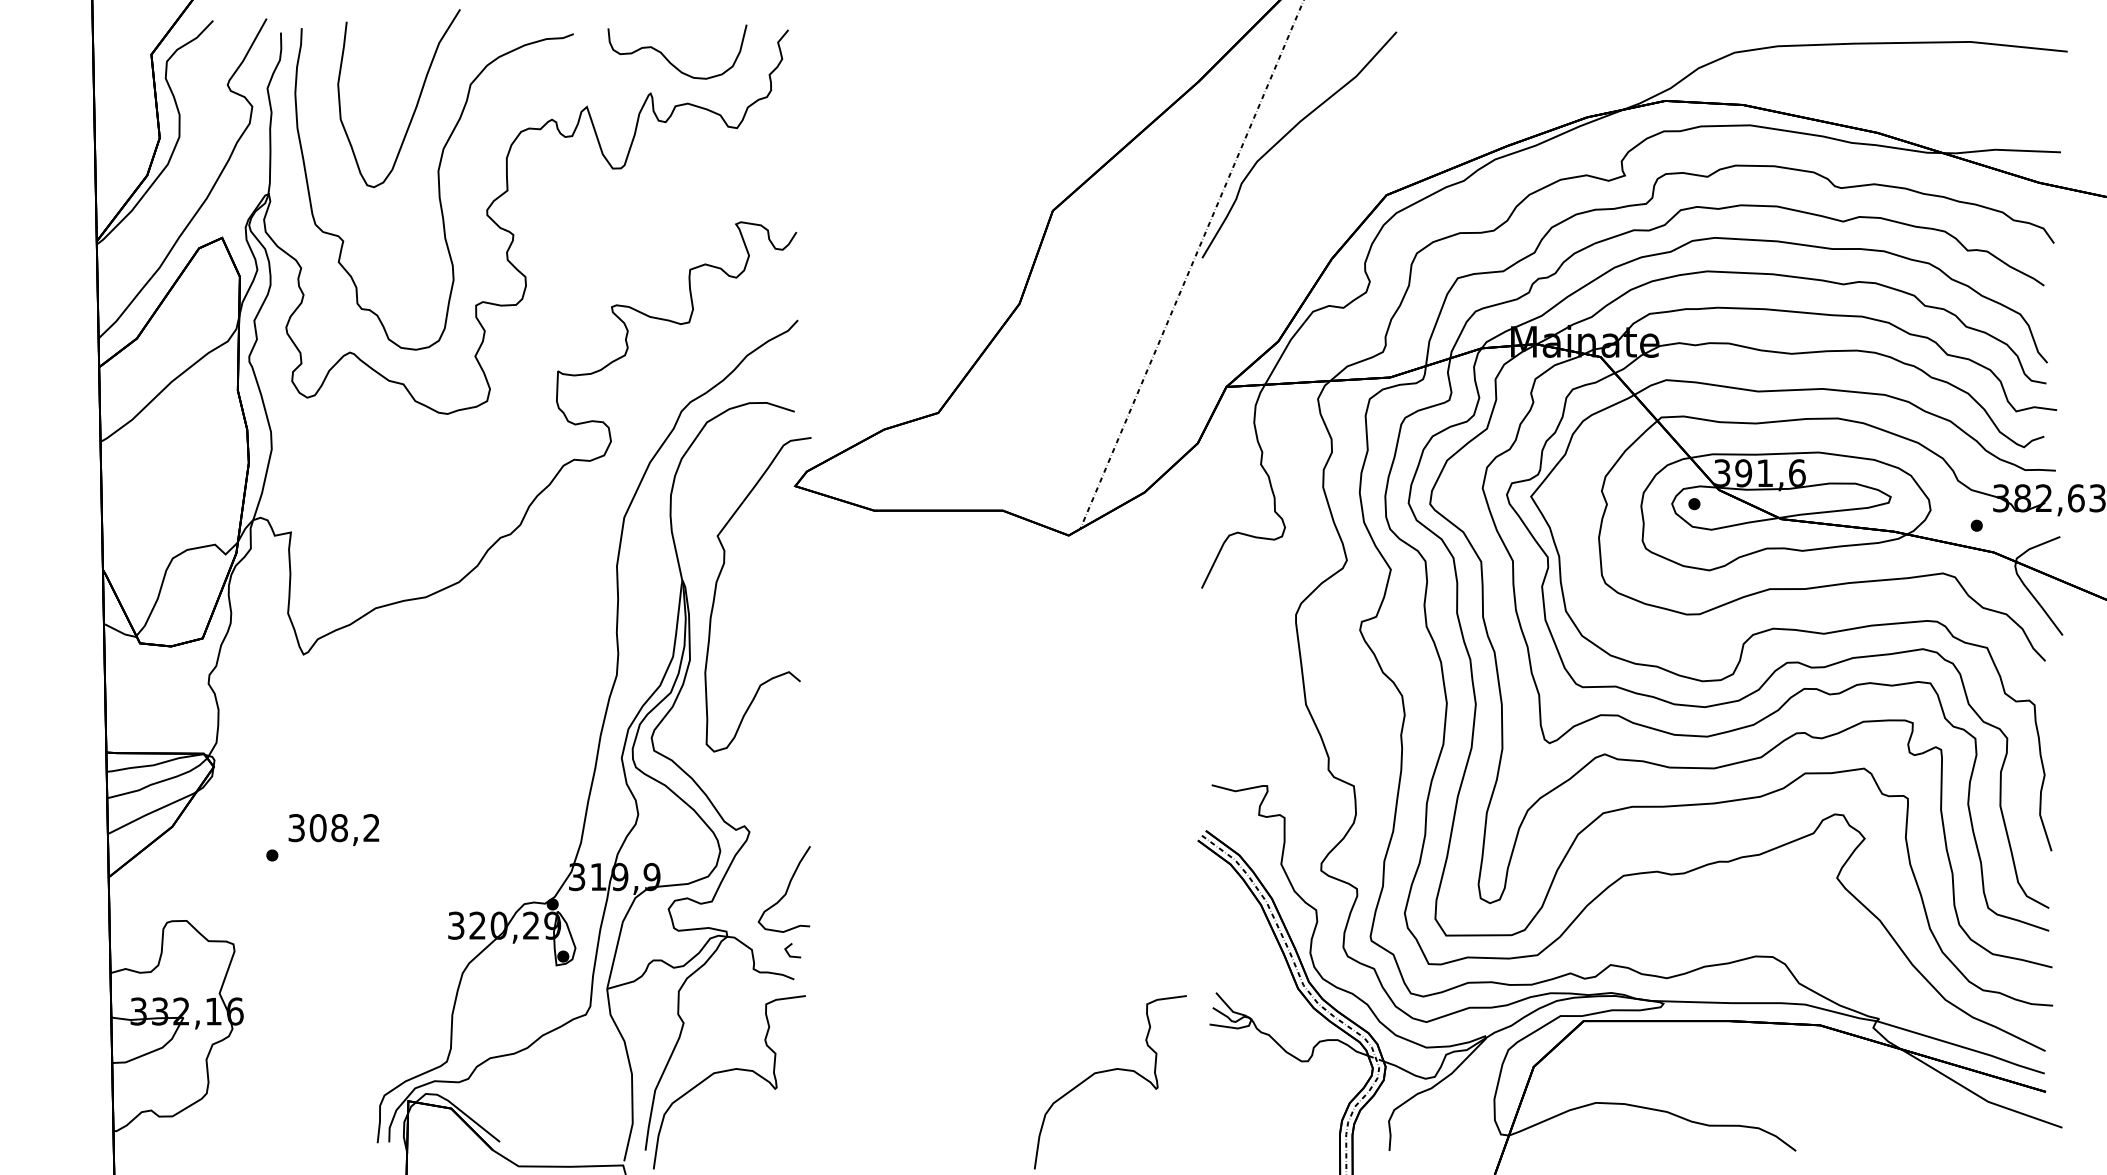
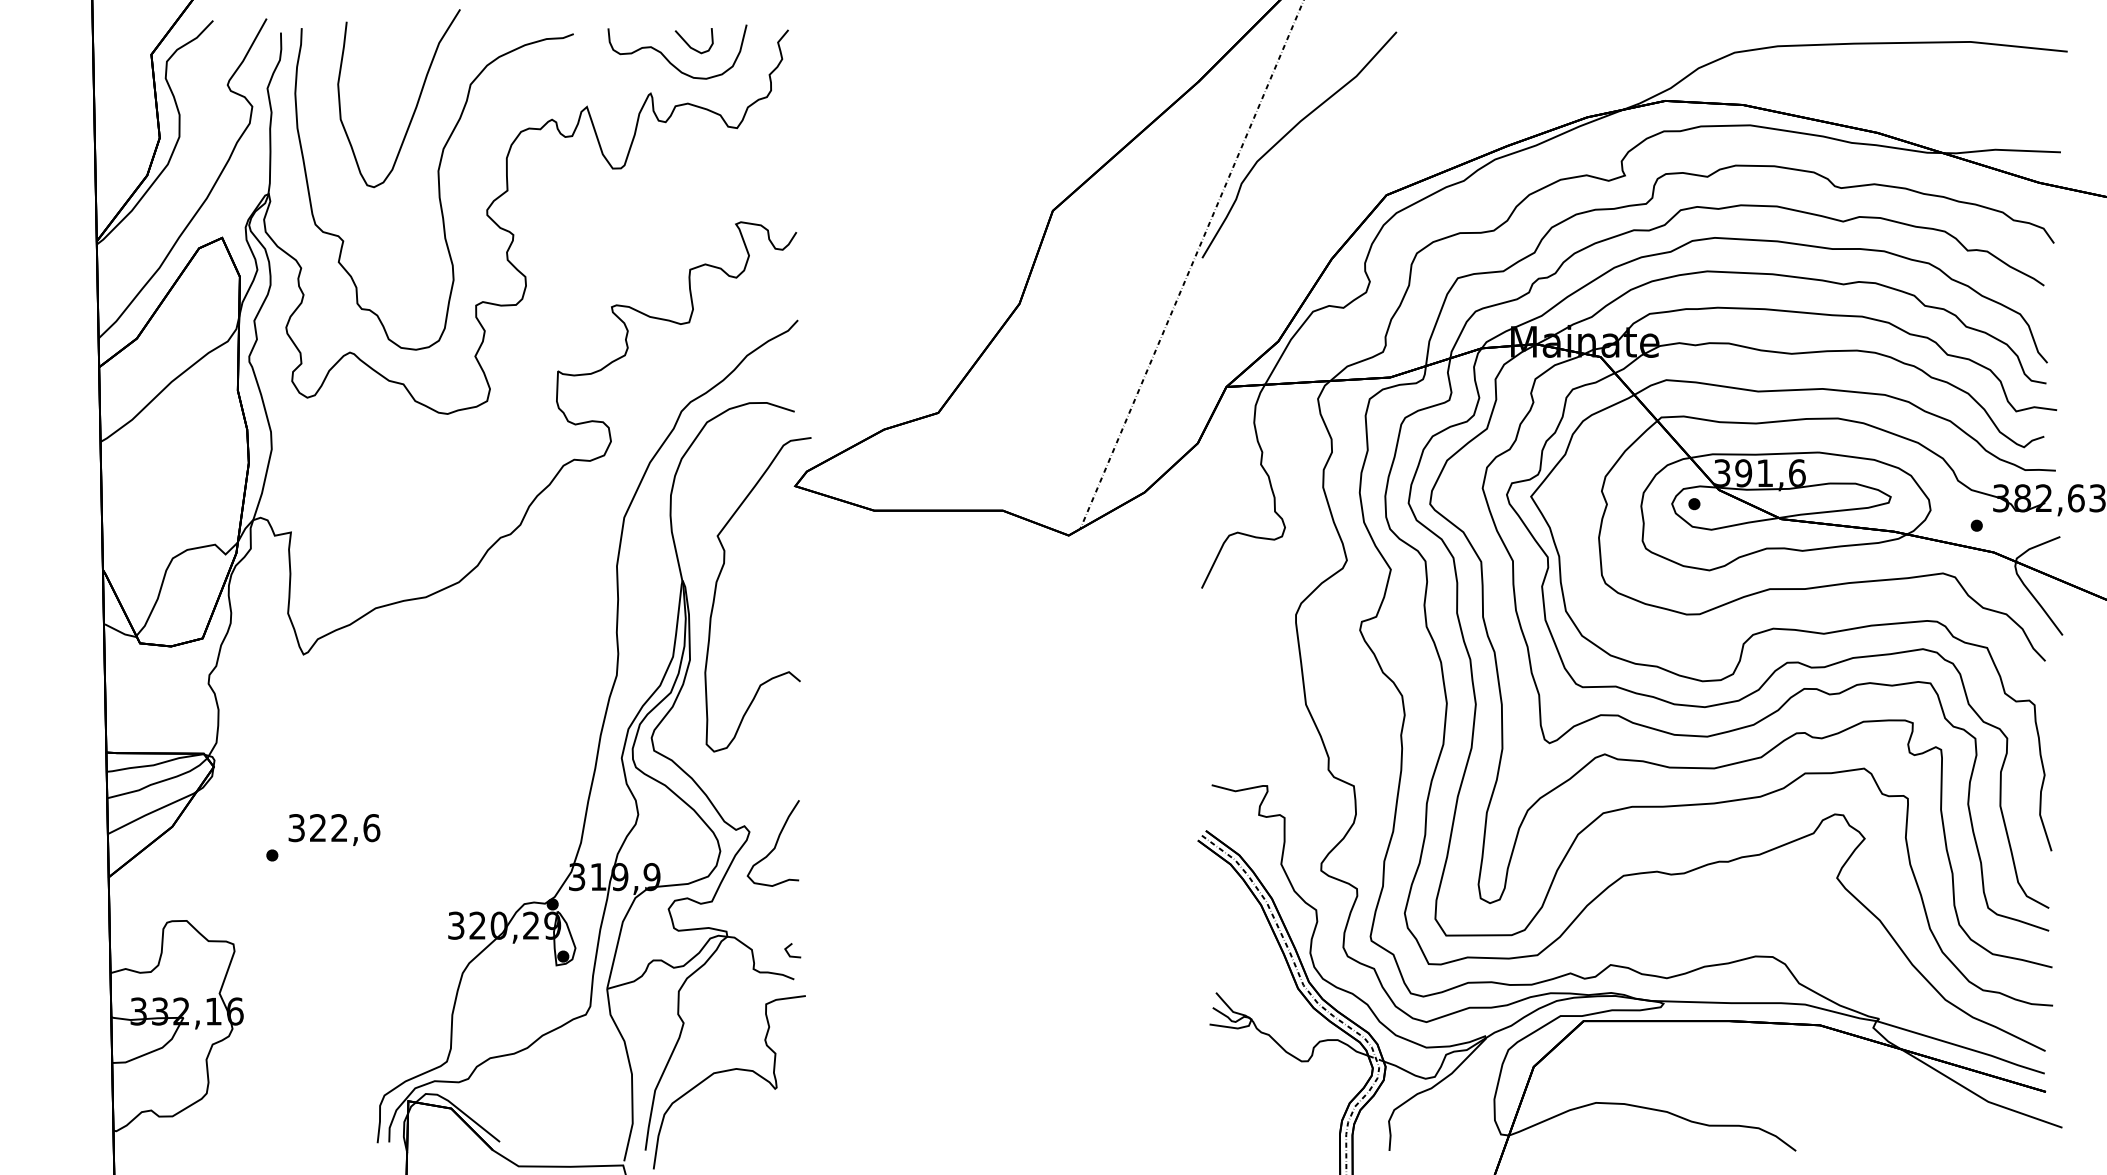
curve at (689, 44): none -> present
text at (344, 828): 308,2 -> 322,6
curve at (785, 891) position: (785, 891) -> (774, 845)
curve at (1105, 1072): present -> none
